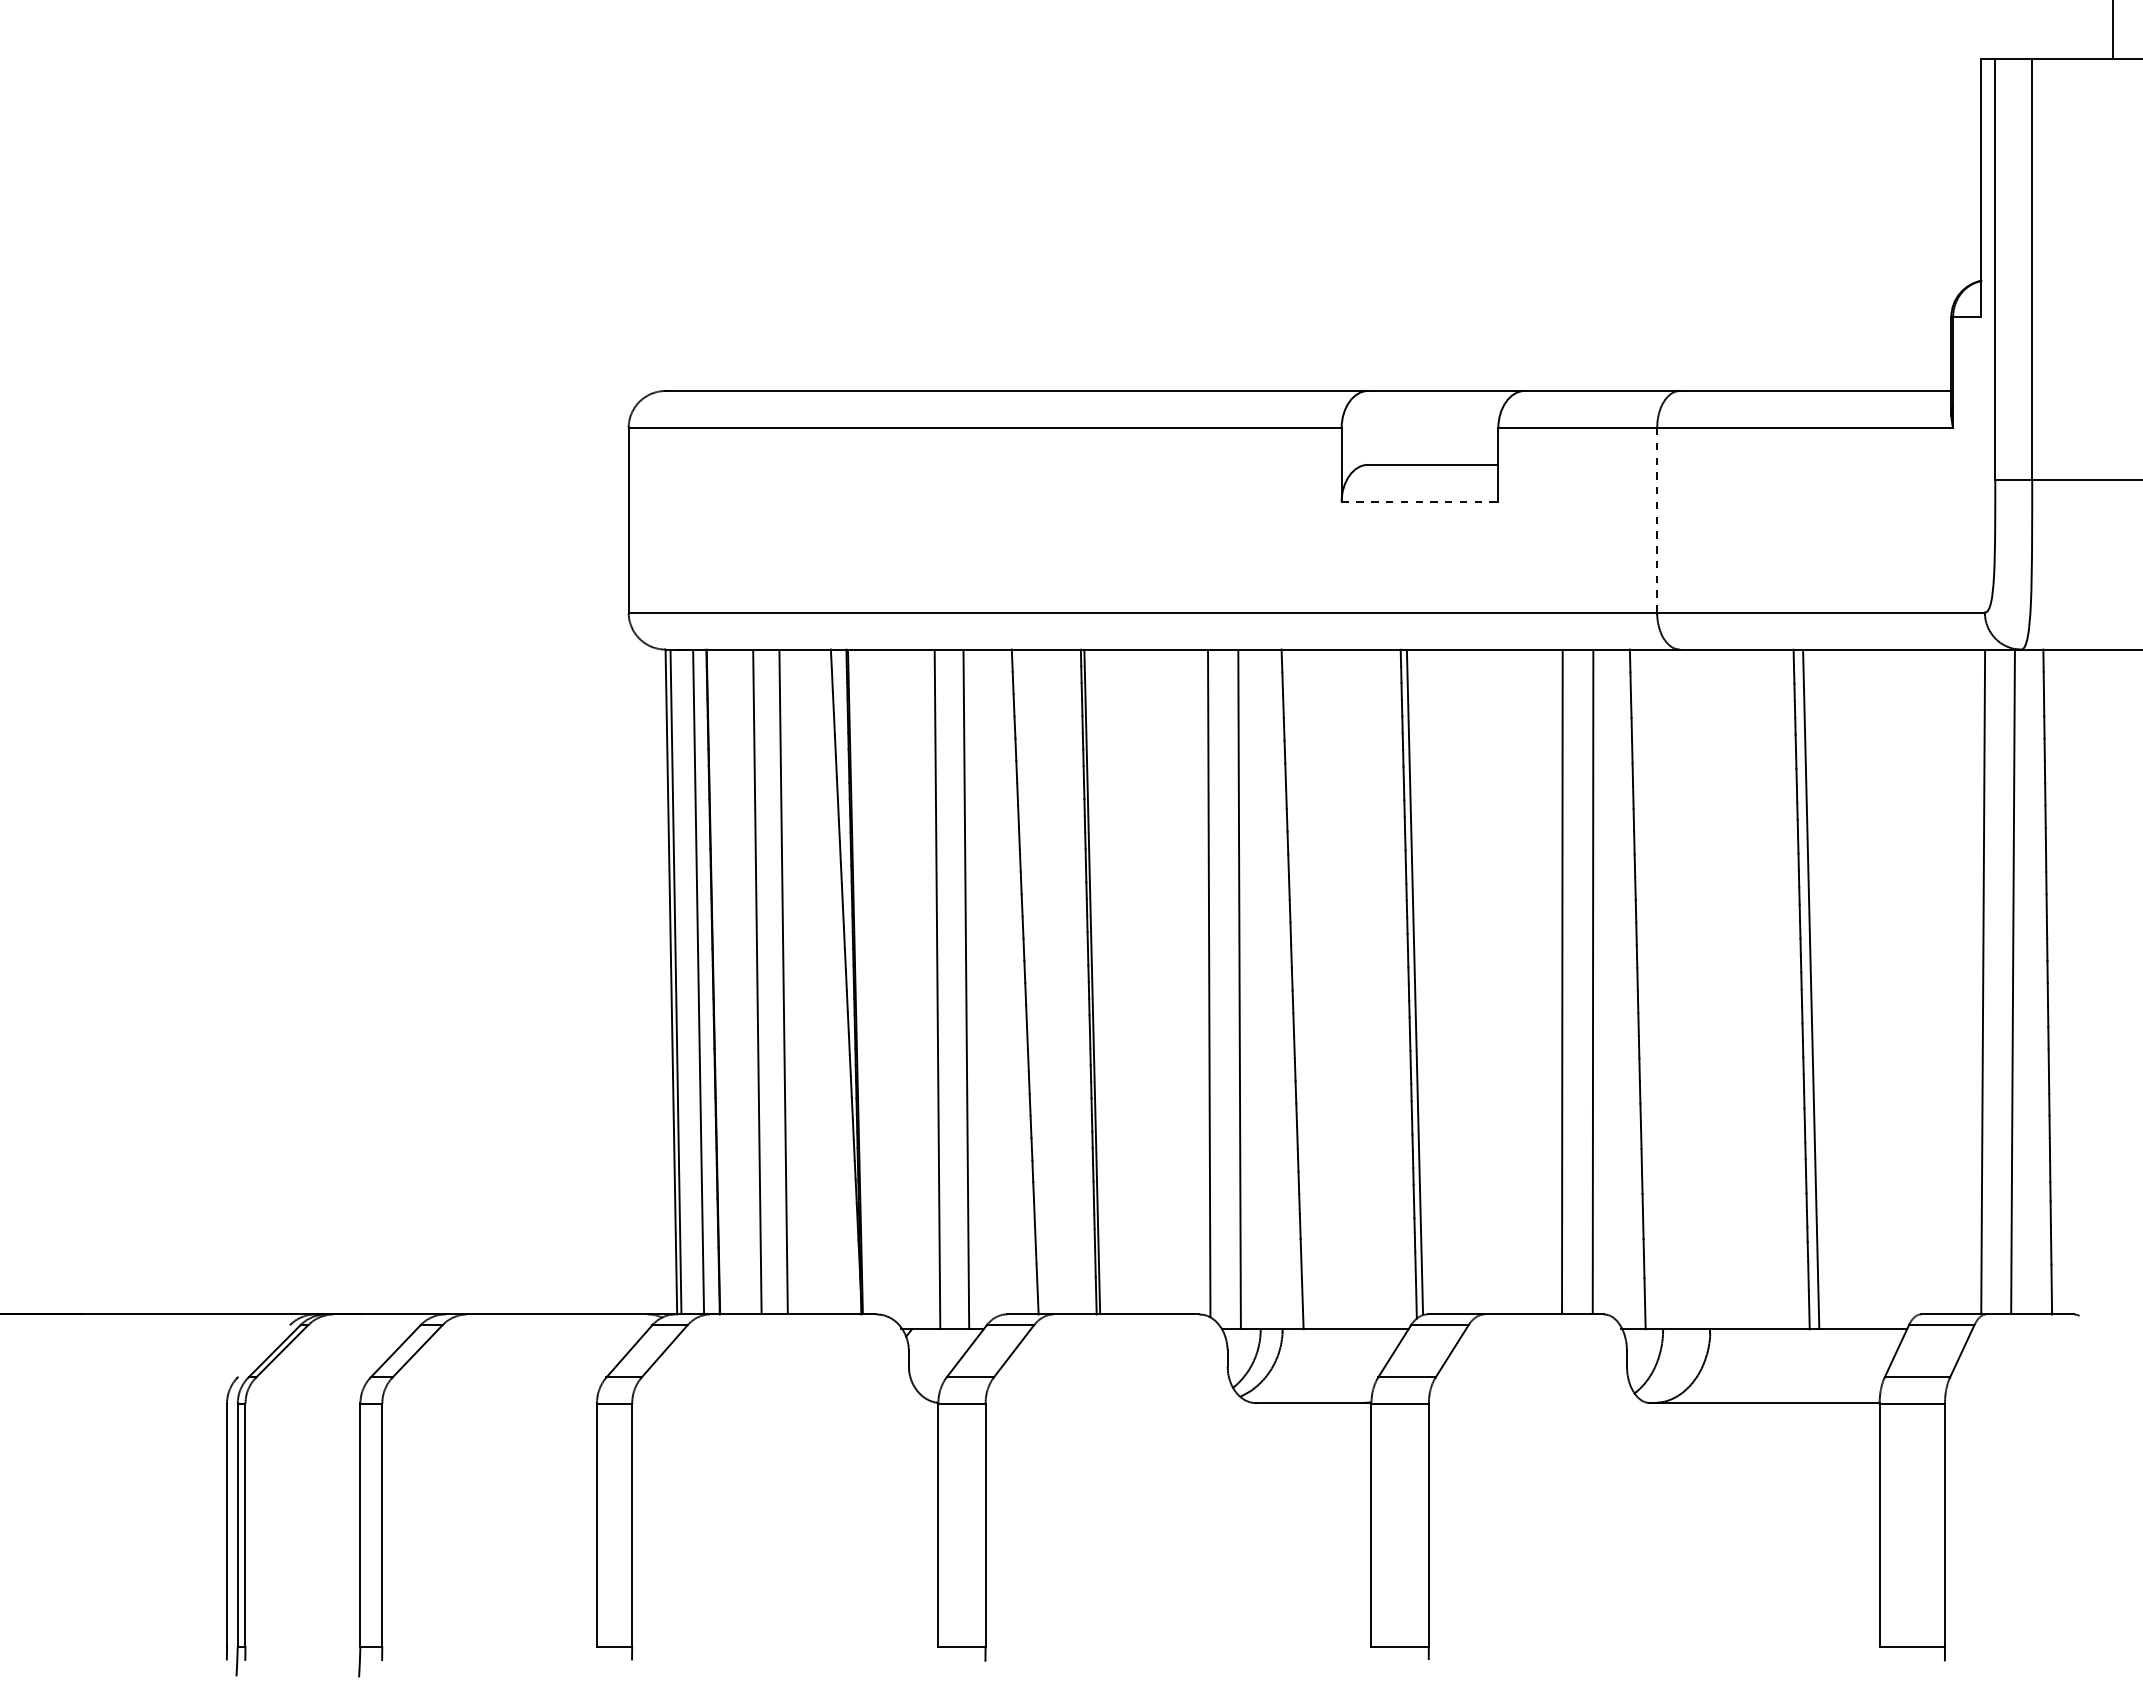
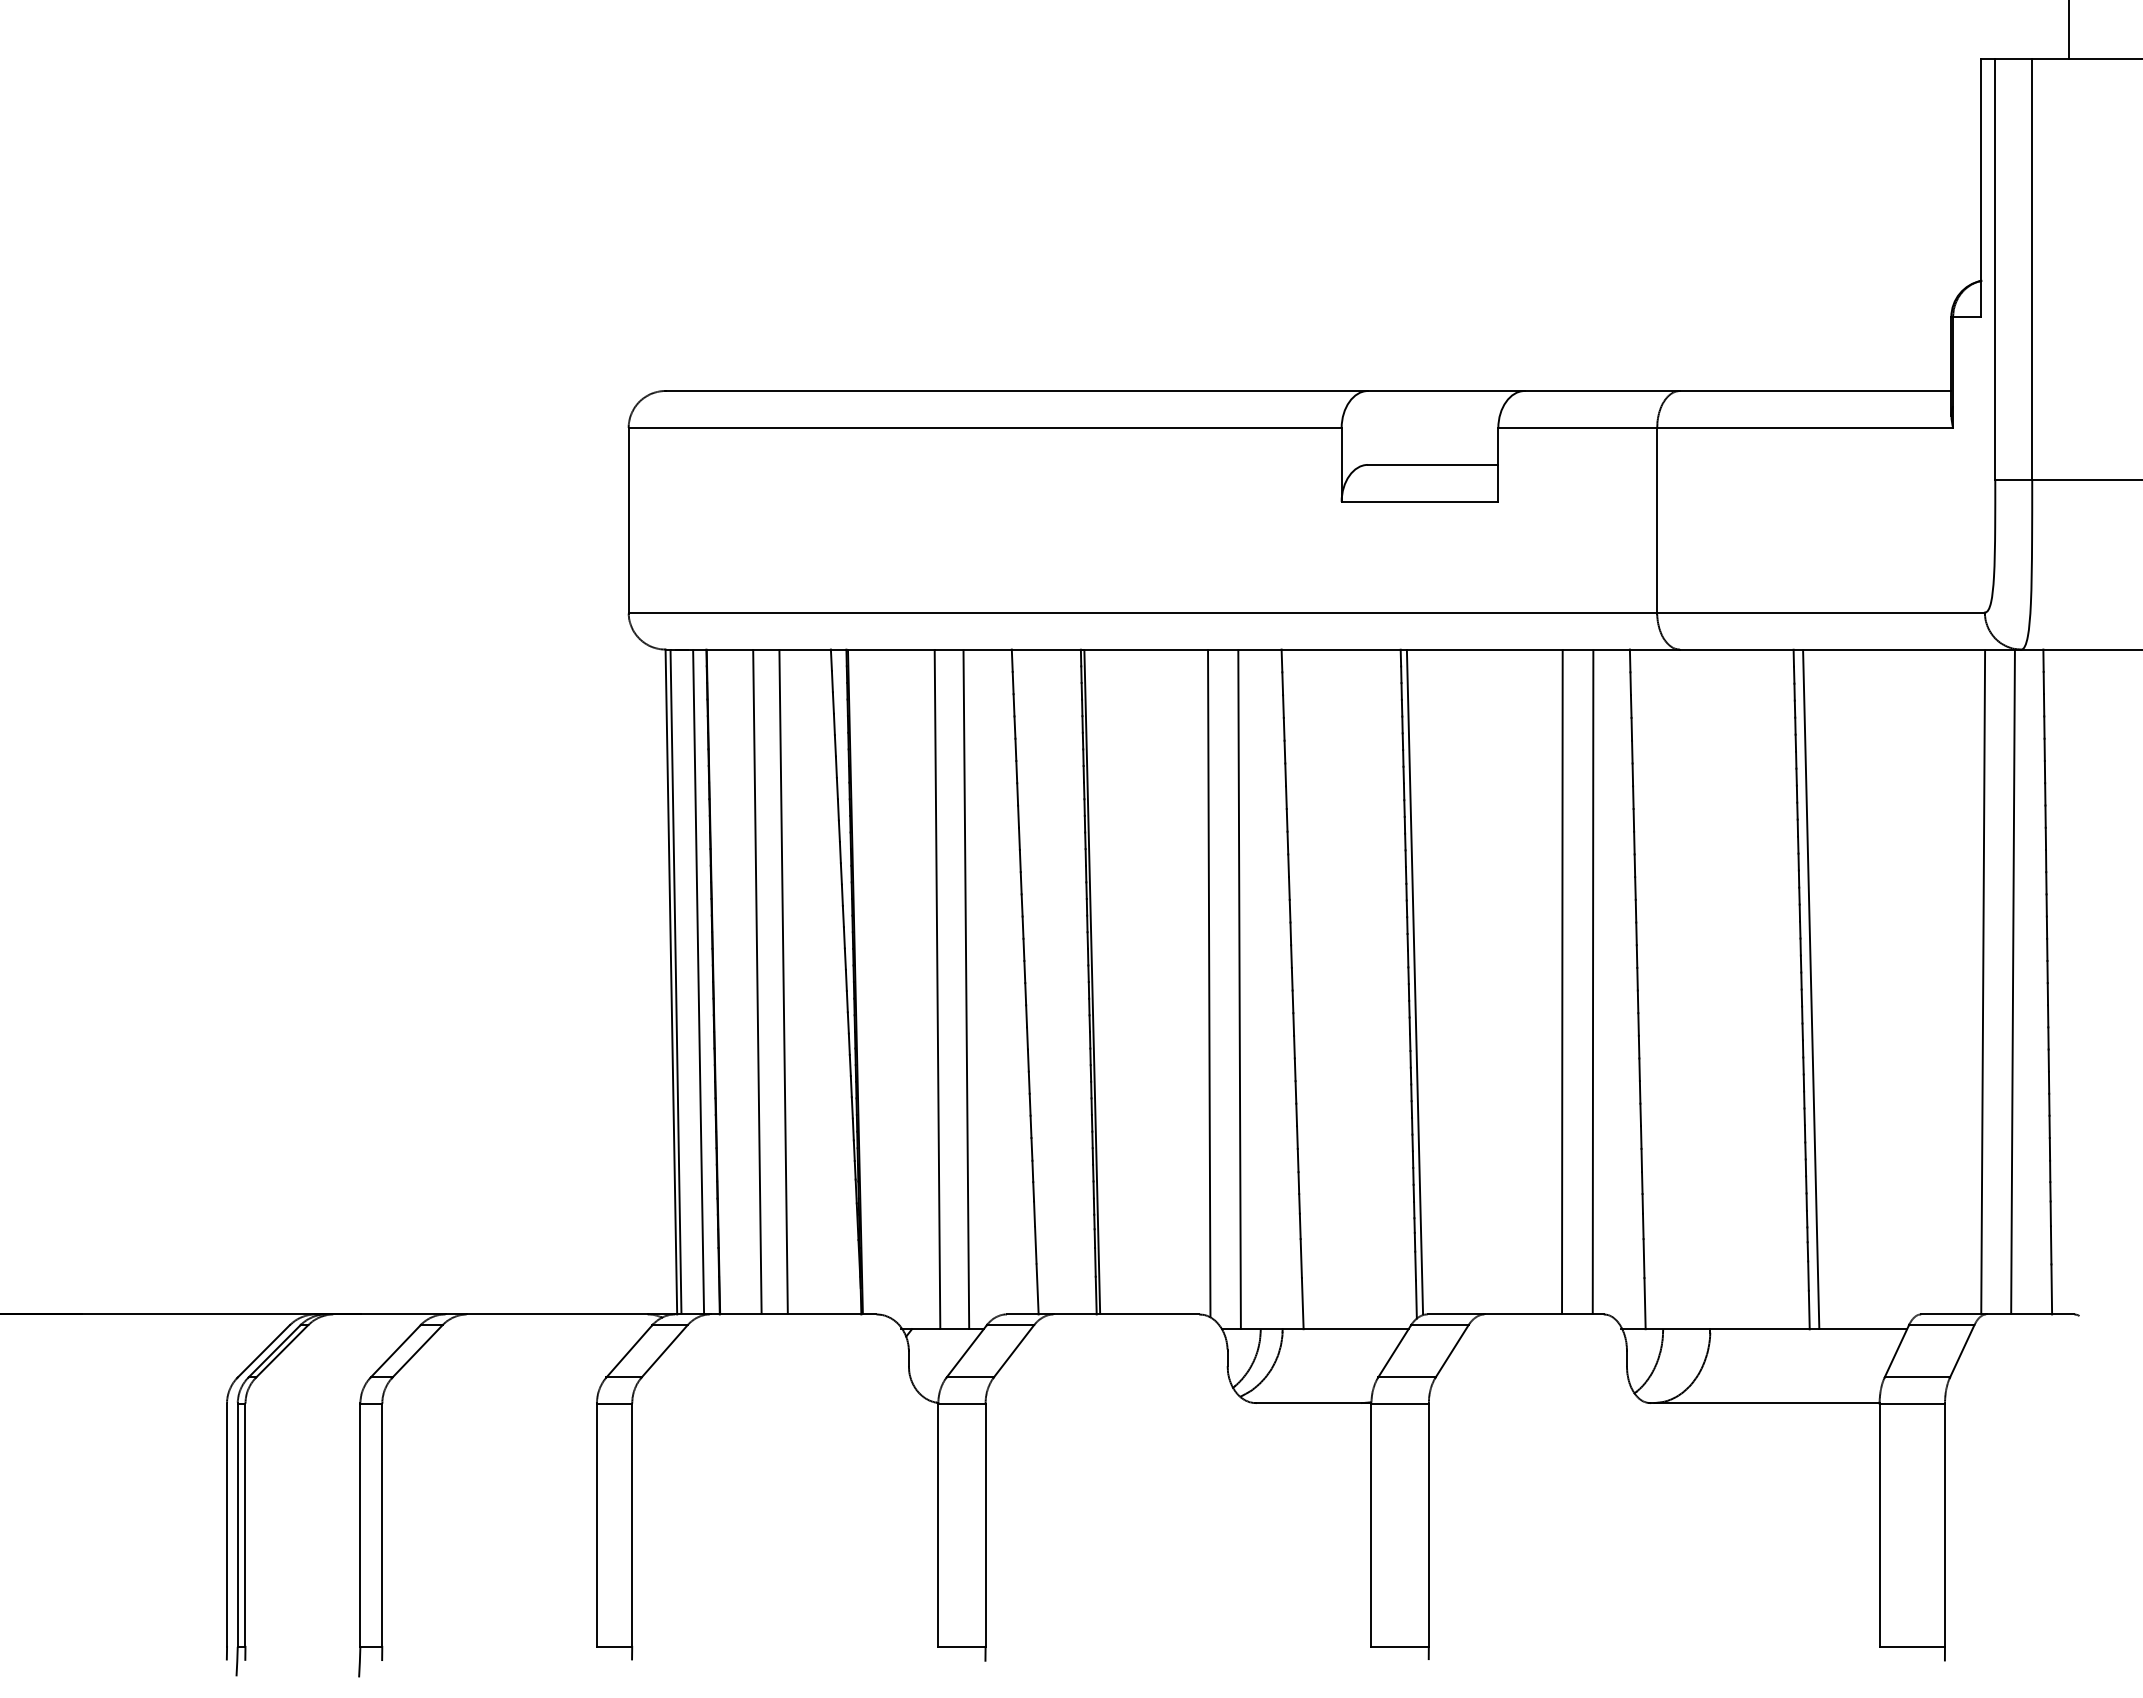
line at (2113, 30) position: (2113, 30) -> (2069, 30)
line at (1420, 501): dashed -> solid
line at (1657, 520): dashed -> solid
line at (263, 1351): none -> present
